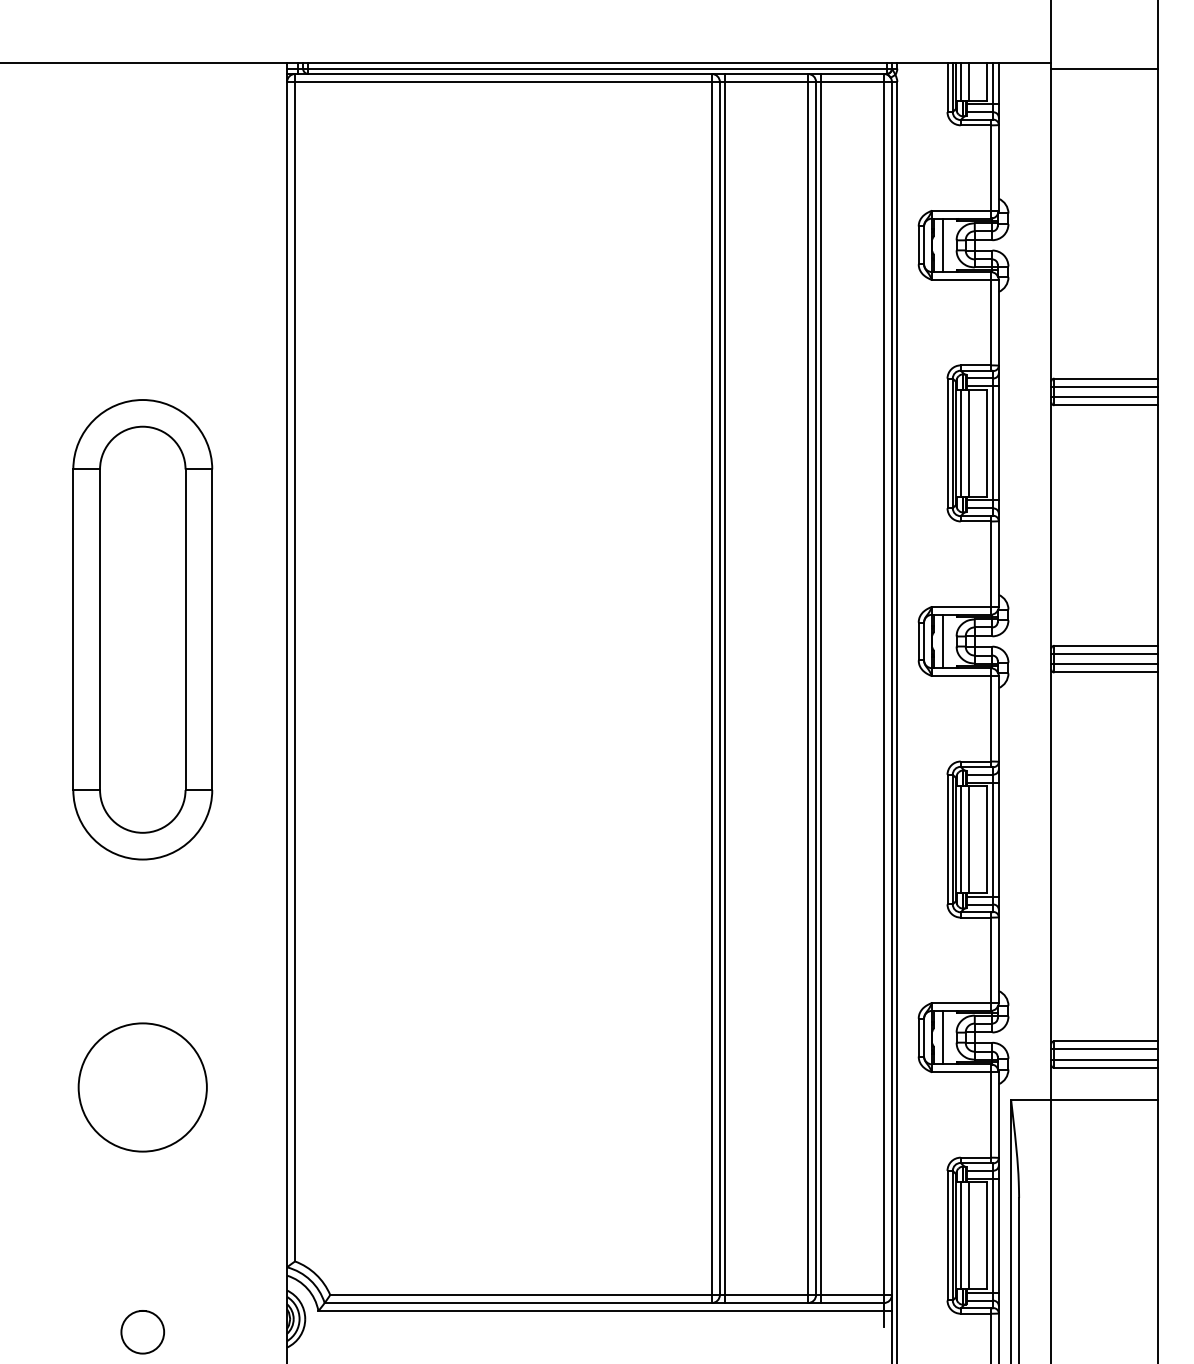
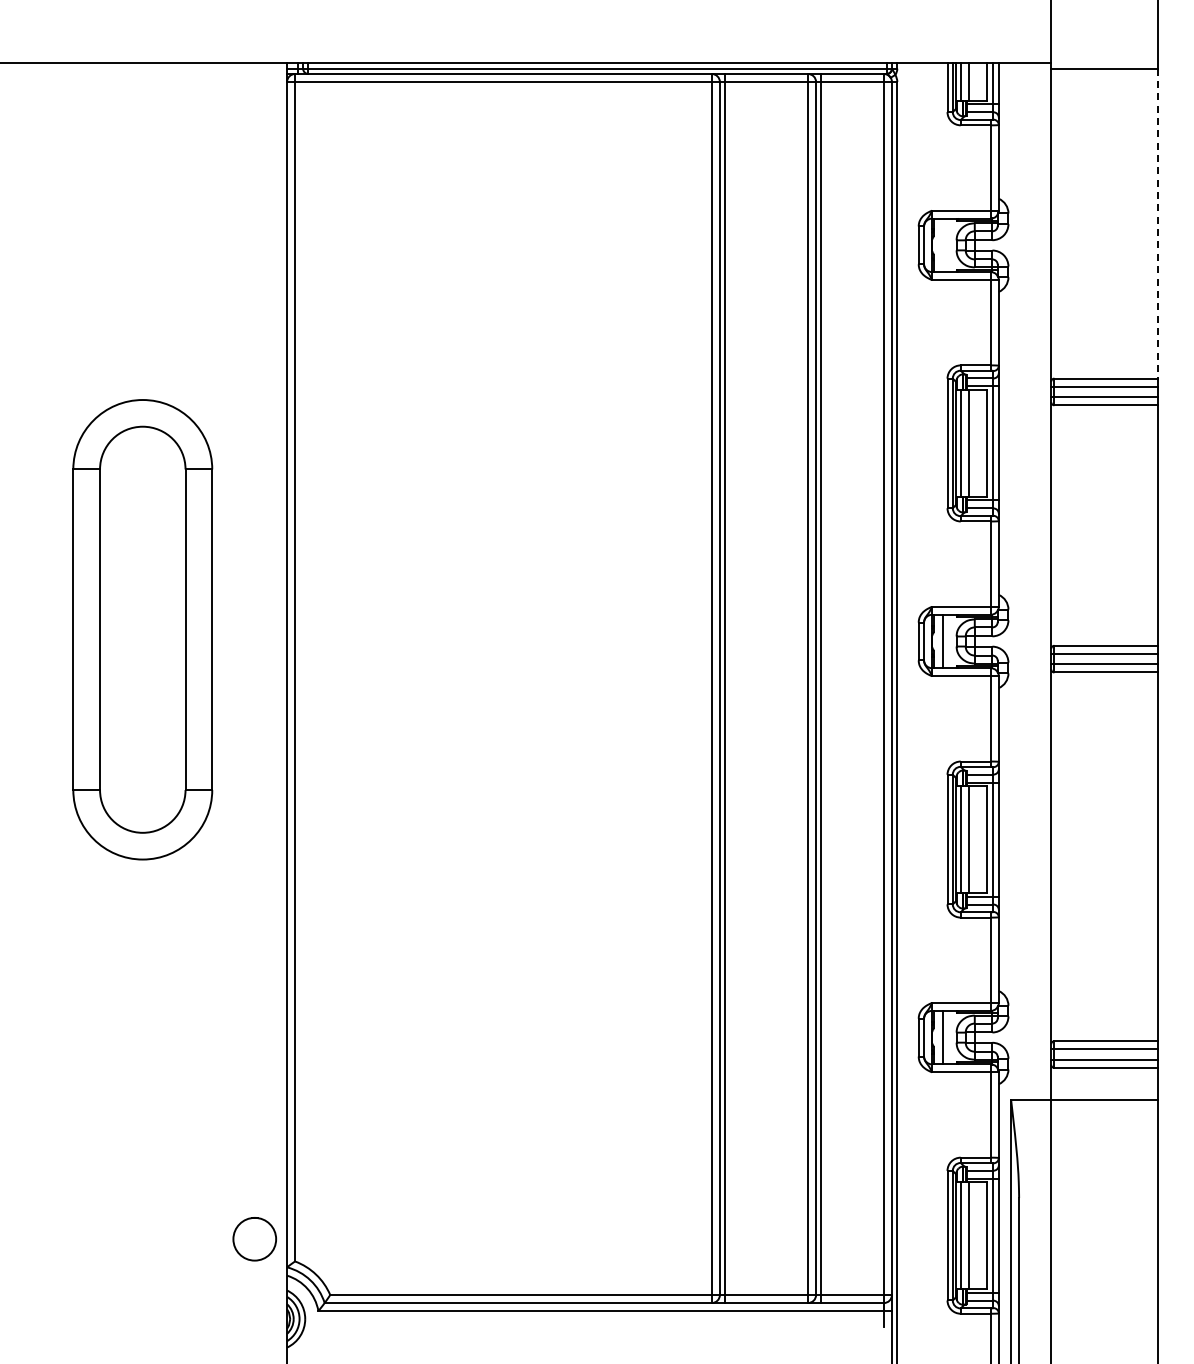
line at (1158, 223): solid -> dashed
line at (942, 245): present -> none
circle at (142, 1087): present -> none
circle at (142, 1332) position: (142, 1332) -> (254, 1239)
